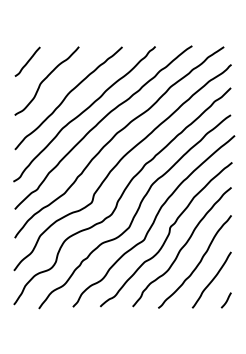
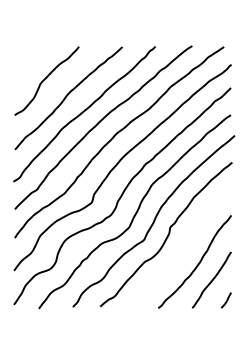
line at (27, 61): present -> none
curve at (181, 247): present -> none
